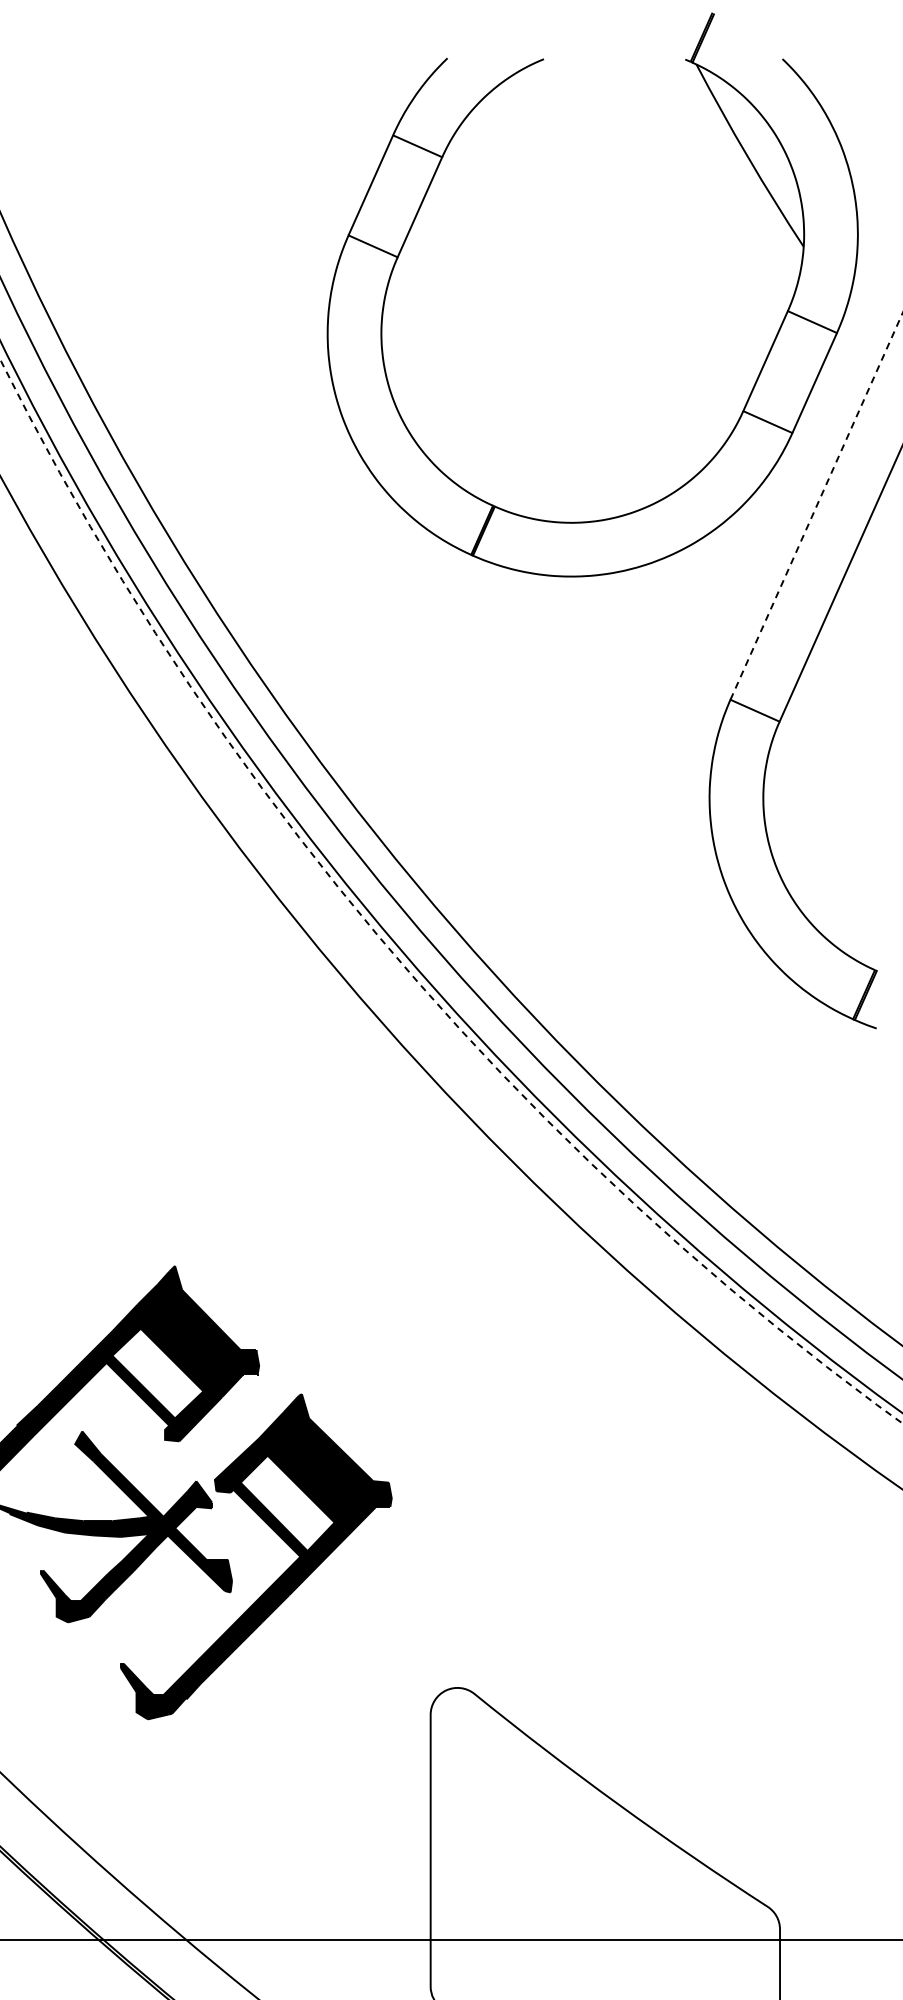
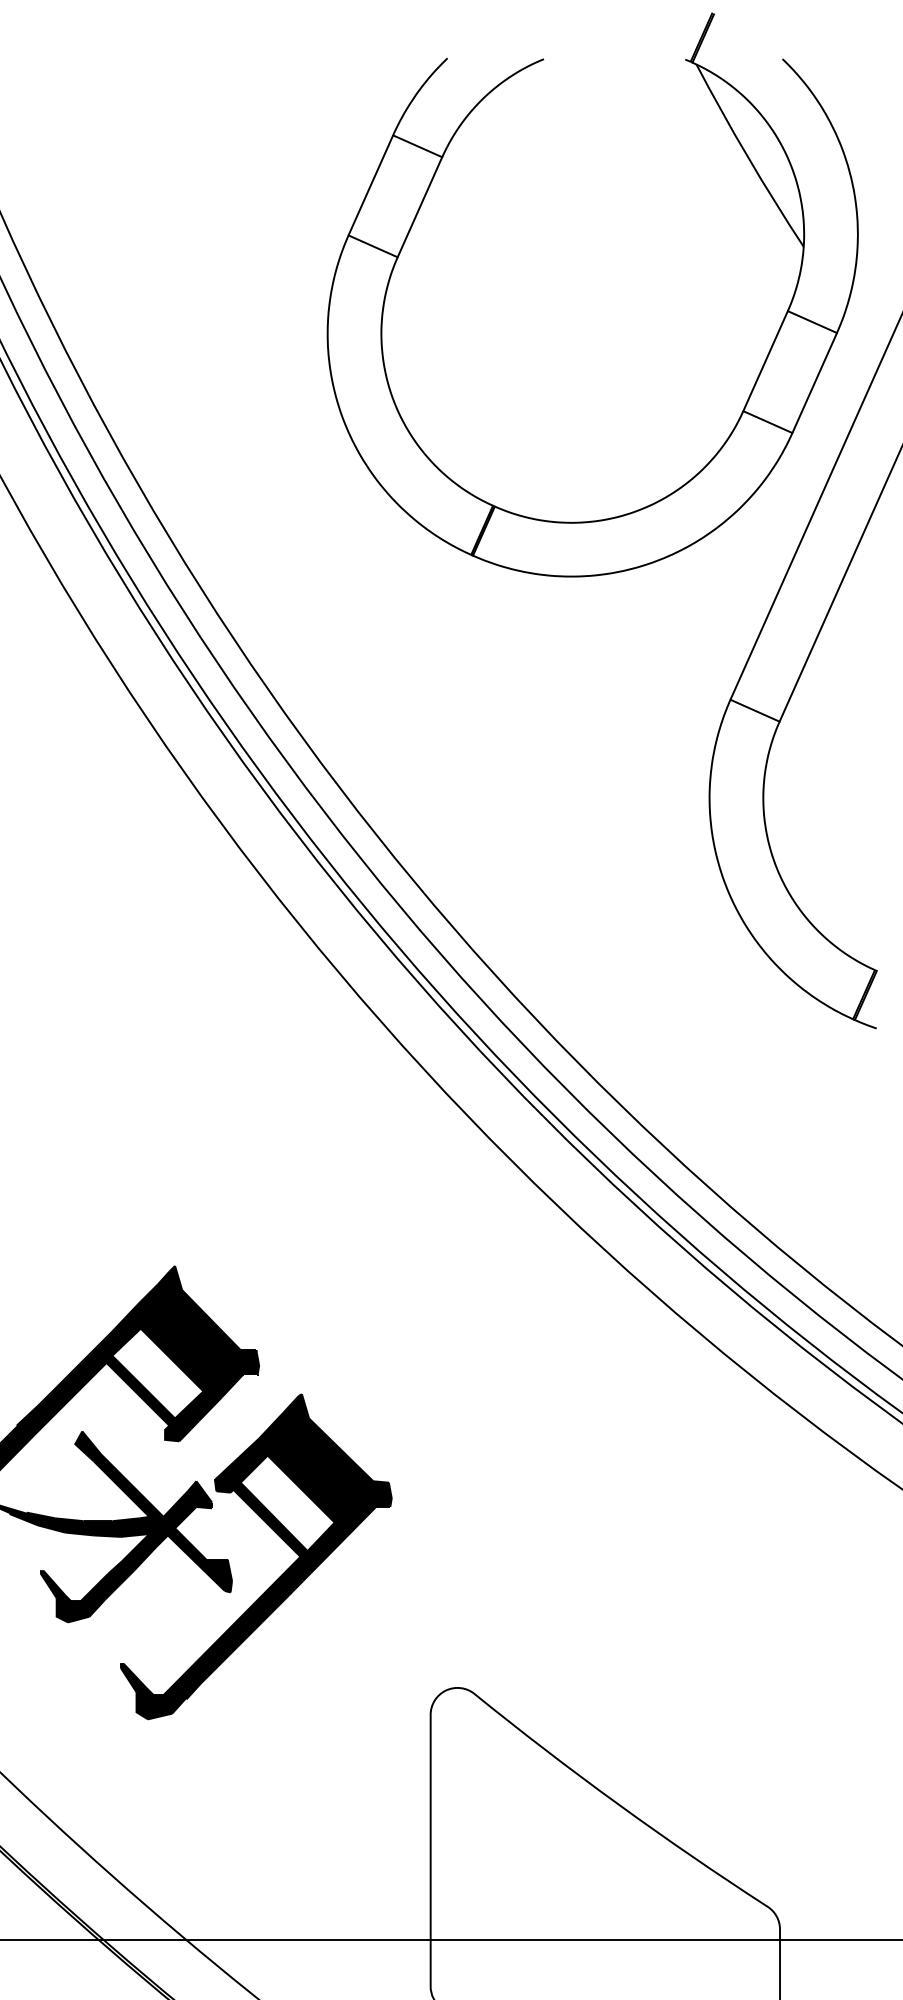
line at (816, 506): dashed -> solid
arc at (387, 946): dashed -> solid
